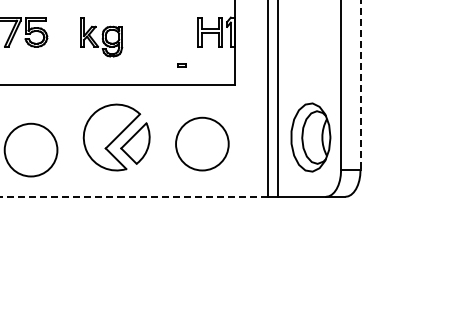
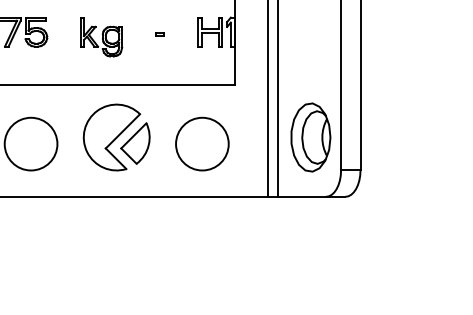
part at (181, 65) position: (181, 65) -> (159, 34)
line at (360, 85): dashed -> solid
circle at (30, 149) position: (30, 149) -> (30, 143)
line at (133, 196): dashed -> solid
